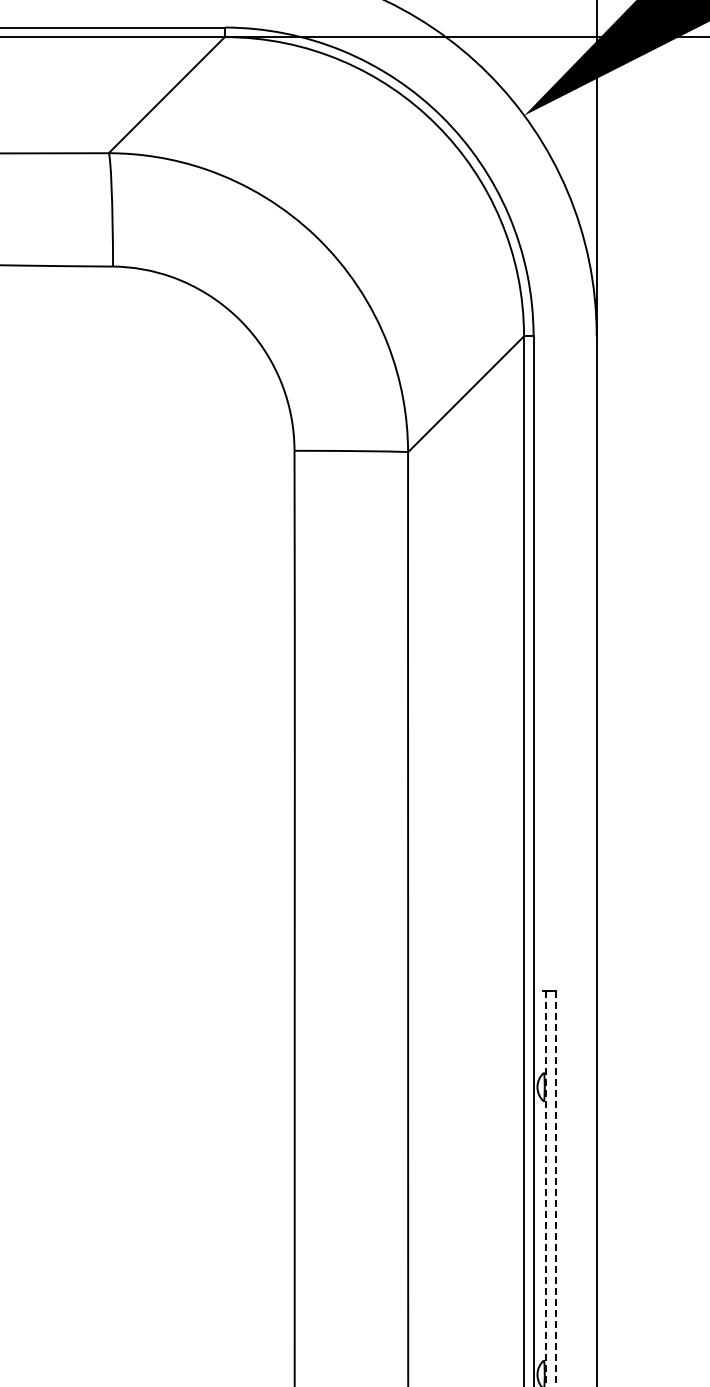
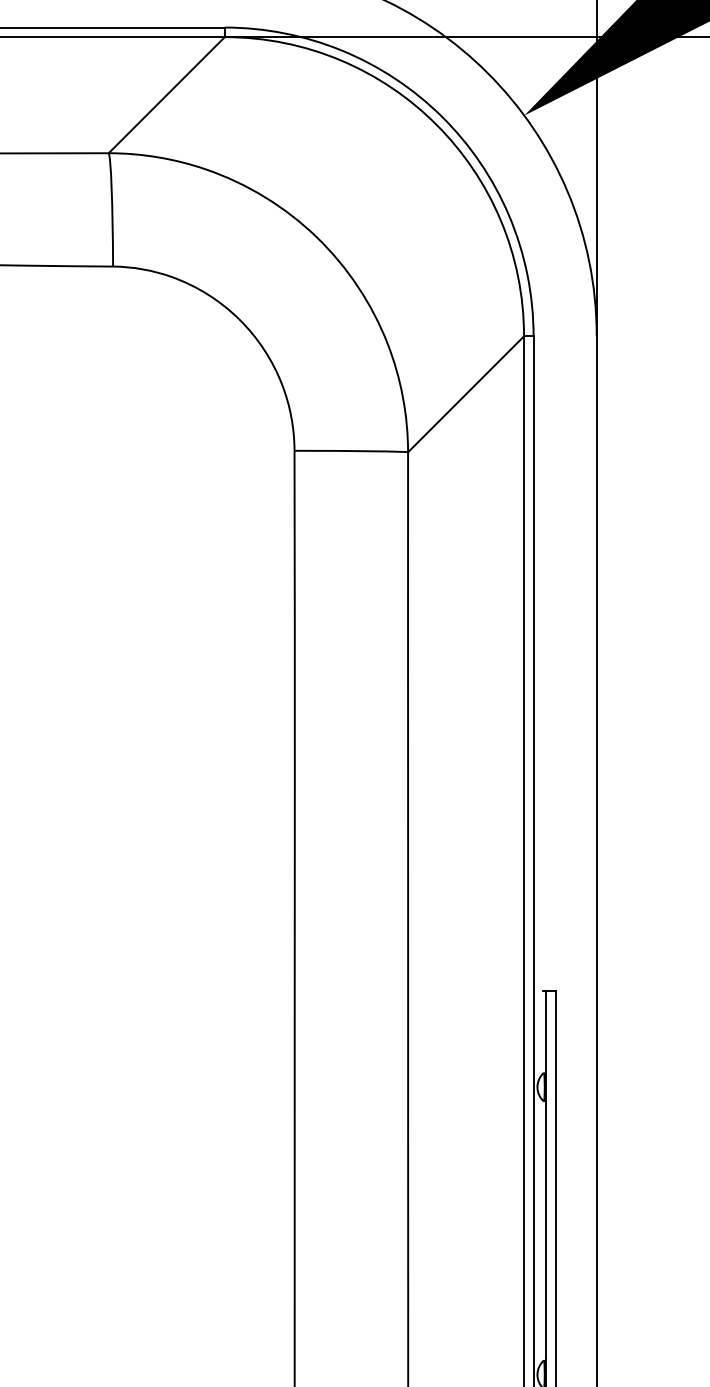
line at (546, 1189): dashed -> solid
line at (556, 1189): dashed -> solid
